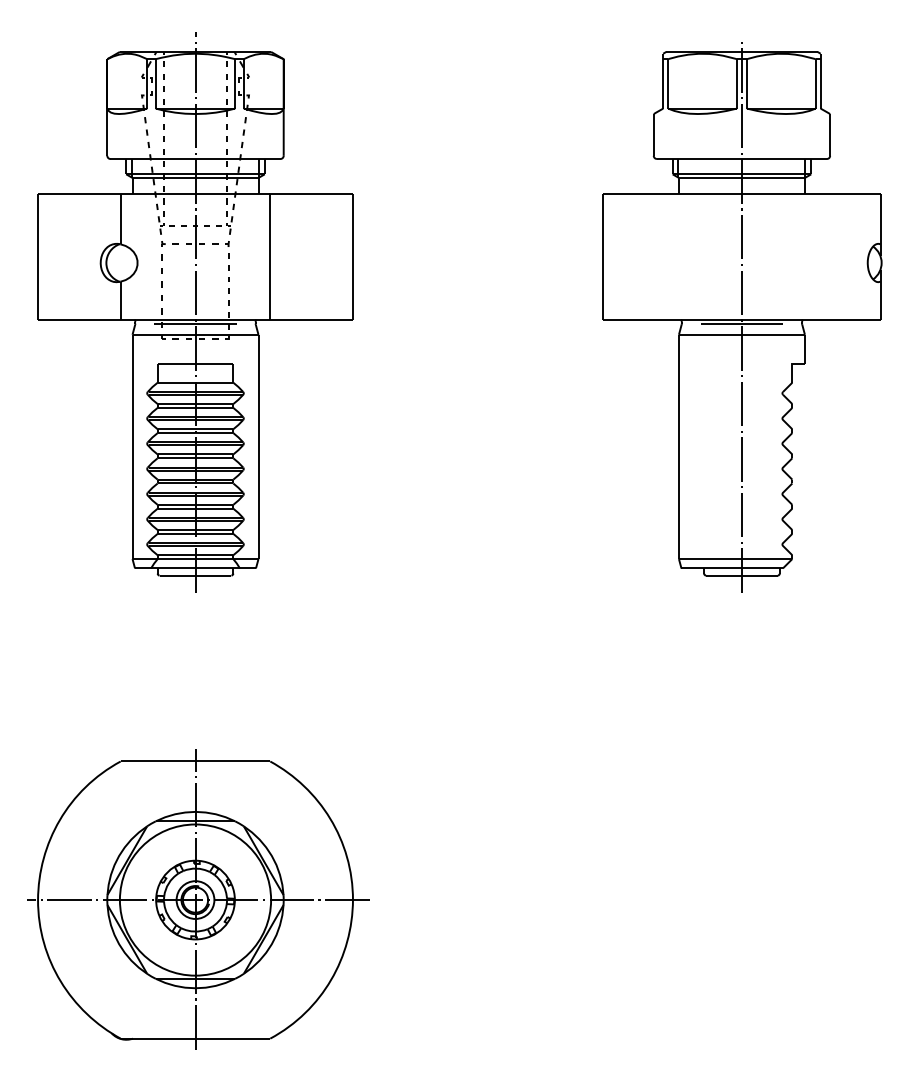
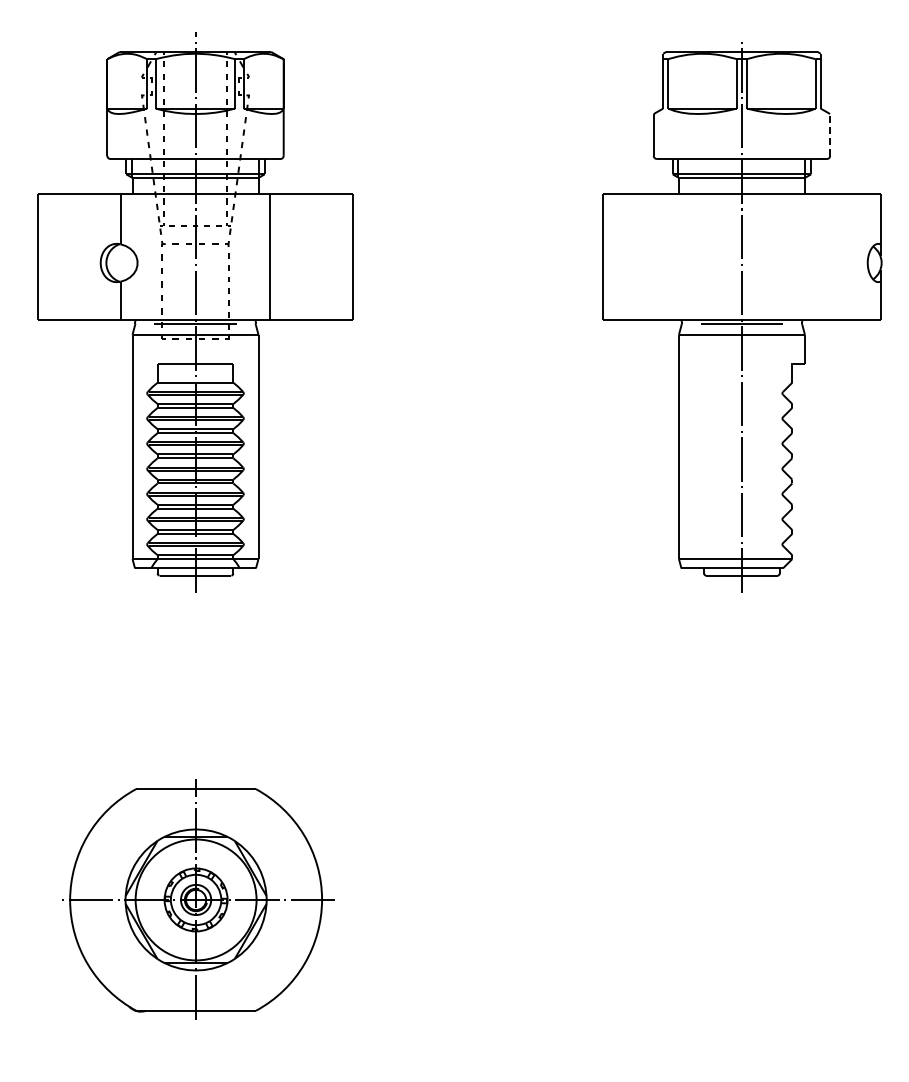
line at (830, 134): solid -> dashed
part at (198, 899) size: 343x301 px -> 273x241 px
